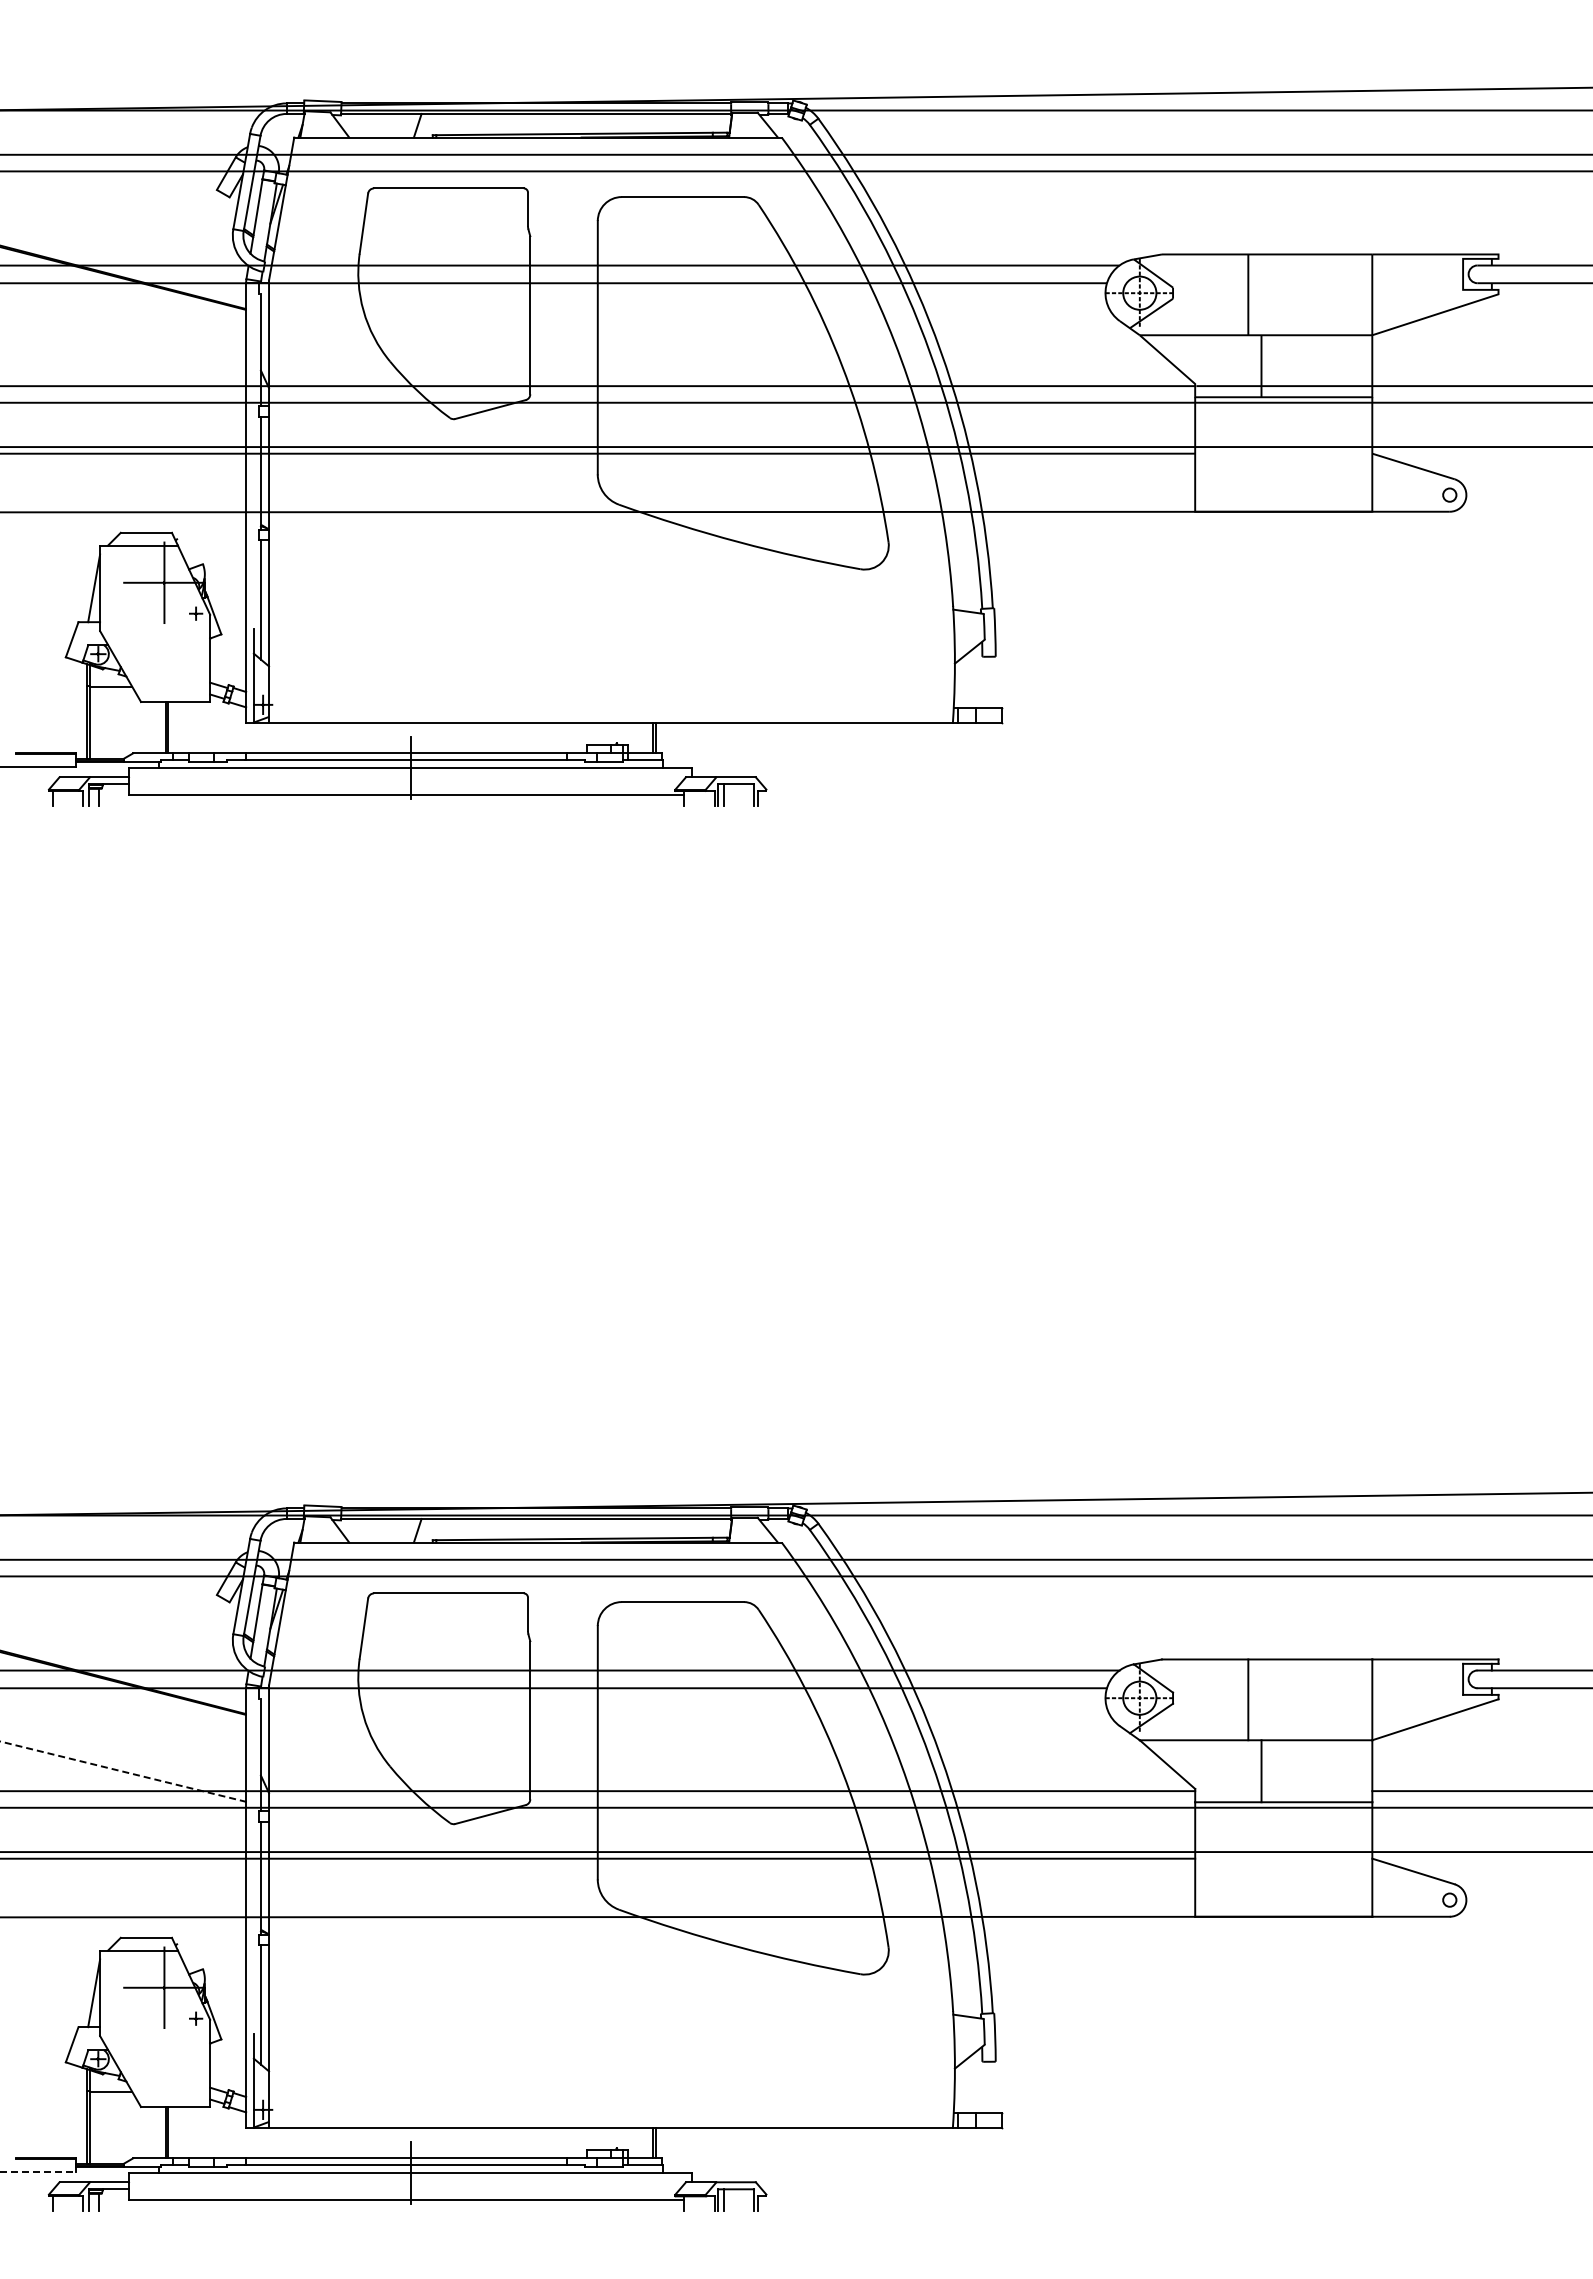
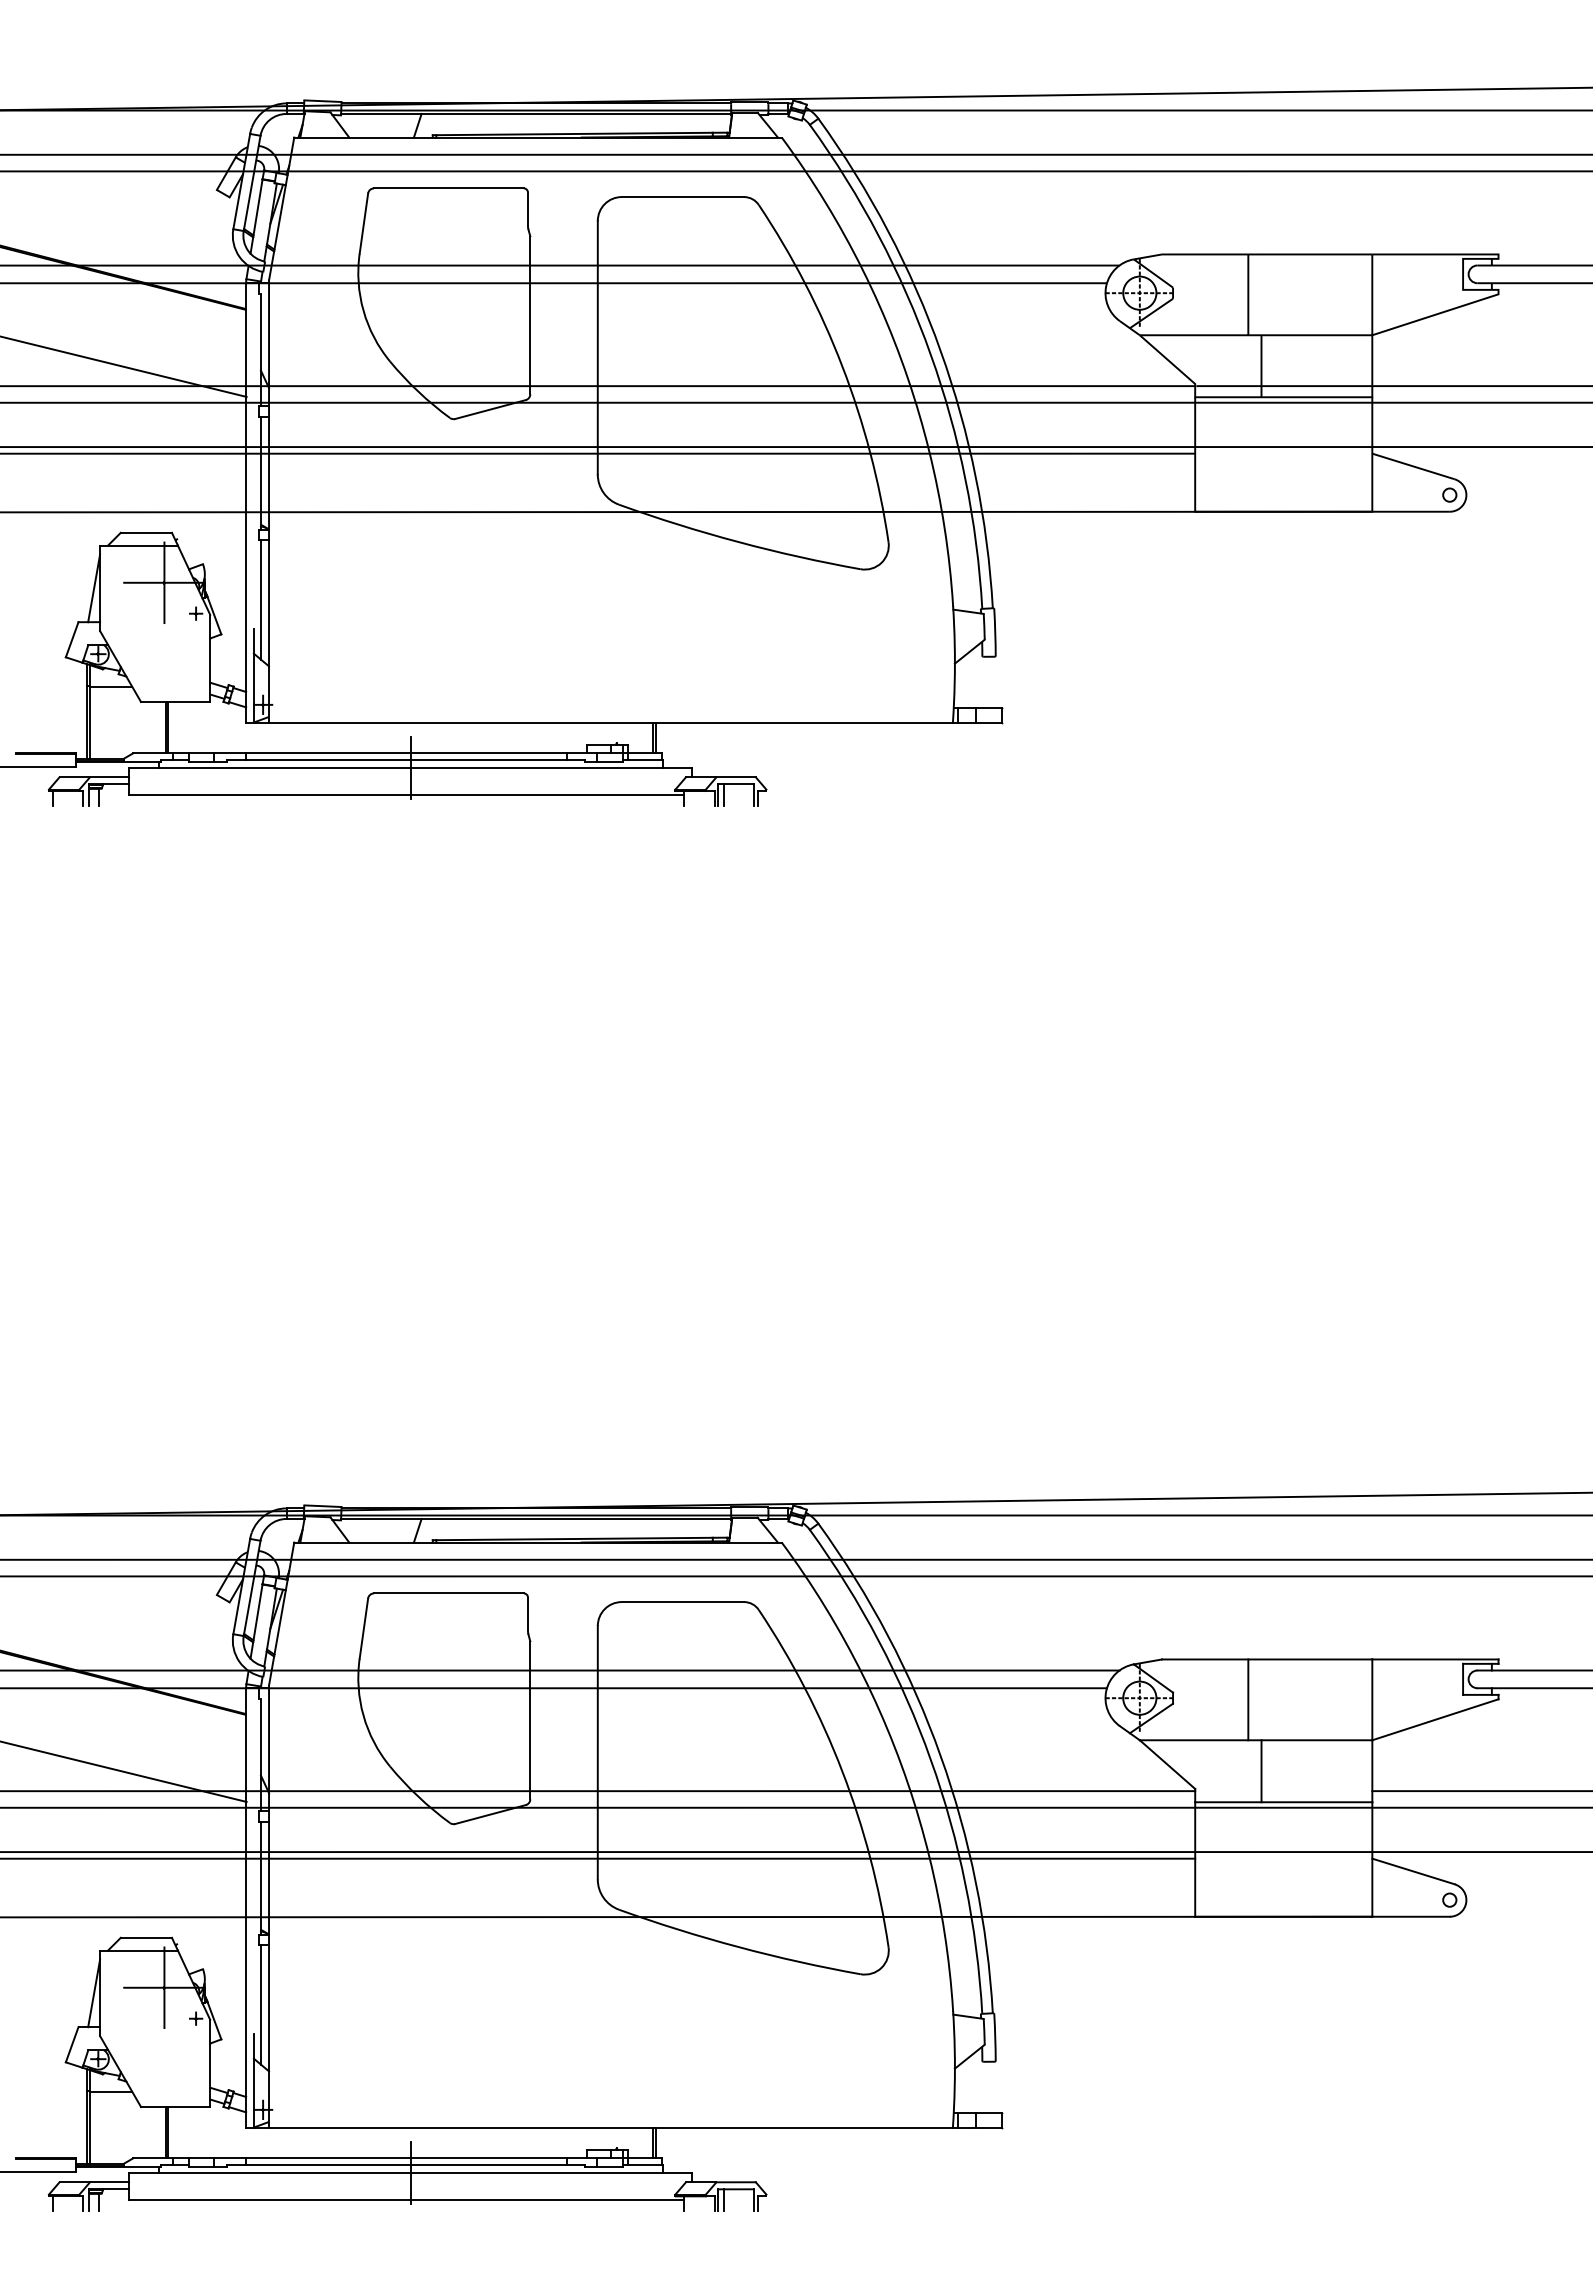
line at (124, 366): none -> present
line at (123, 1771): dashed -> solid
line at (38, 2172): dashed -> solid
